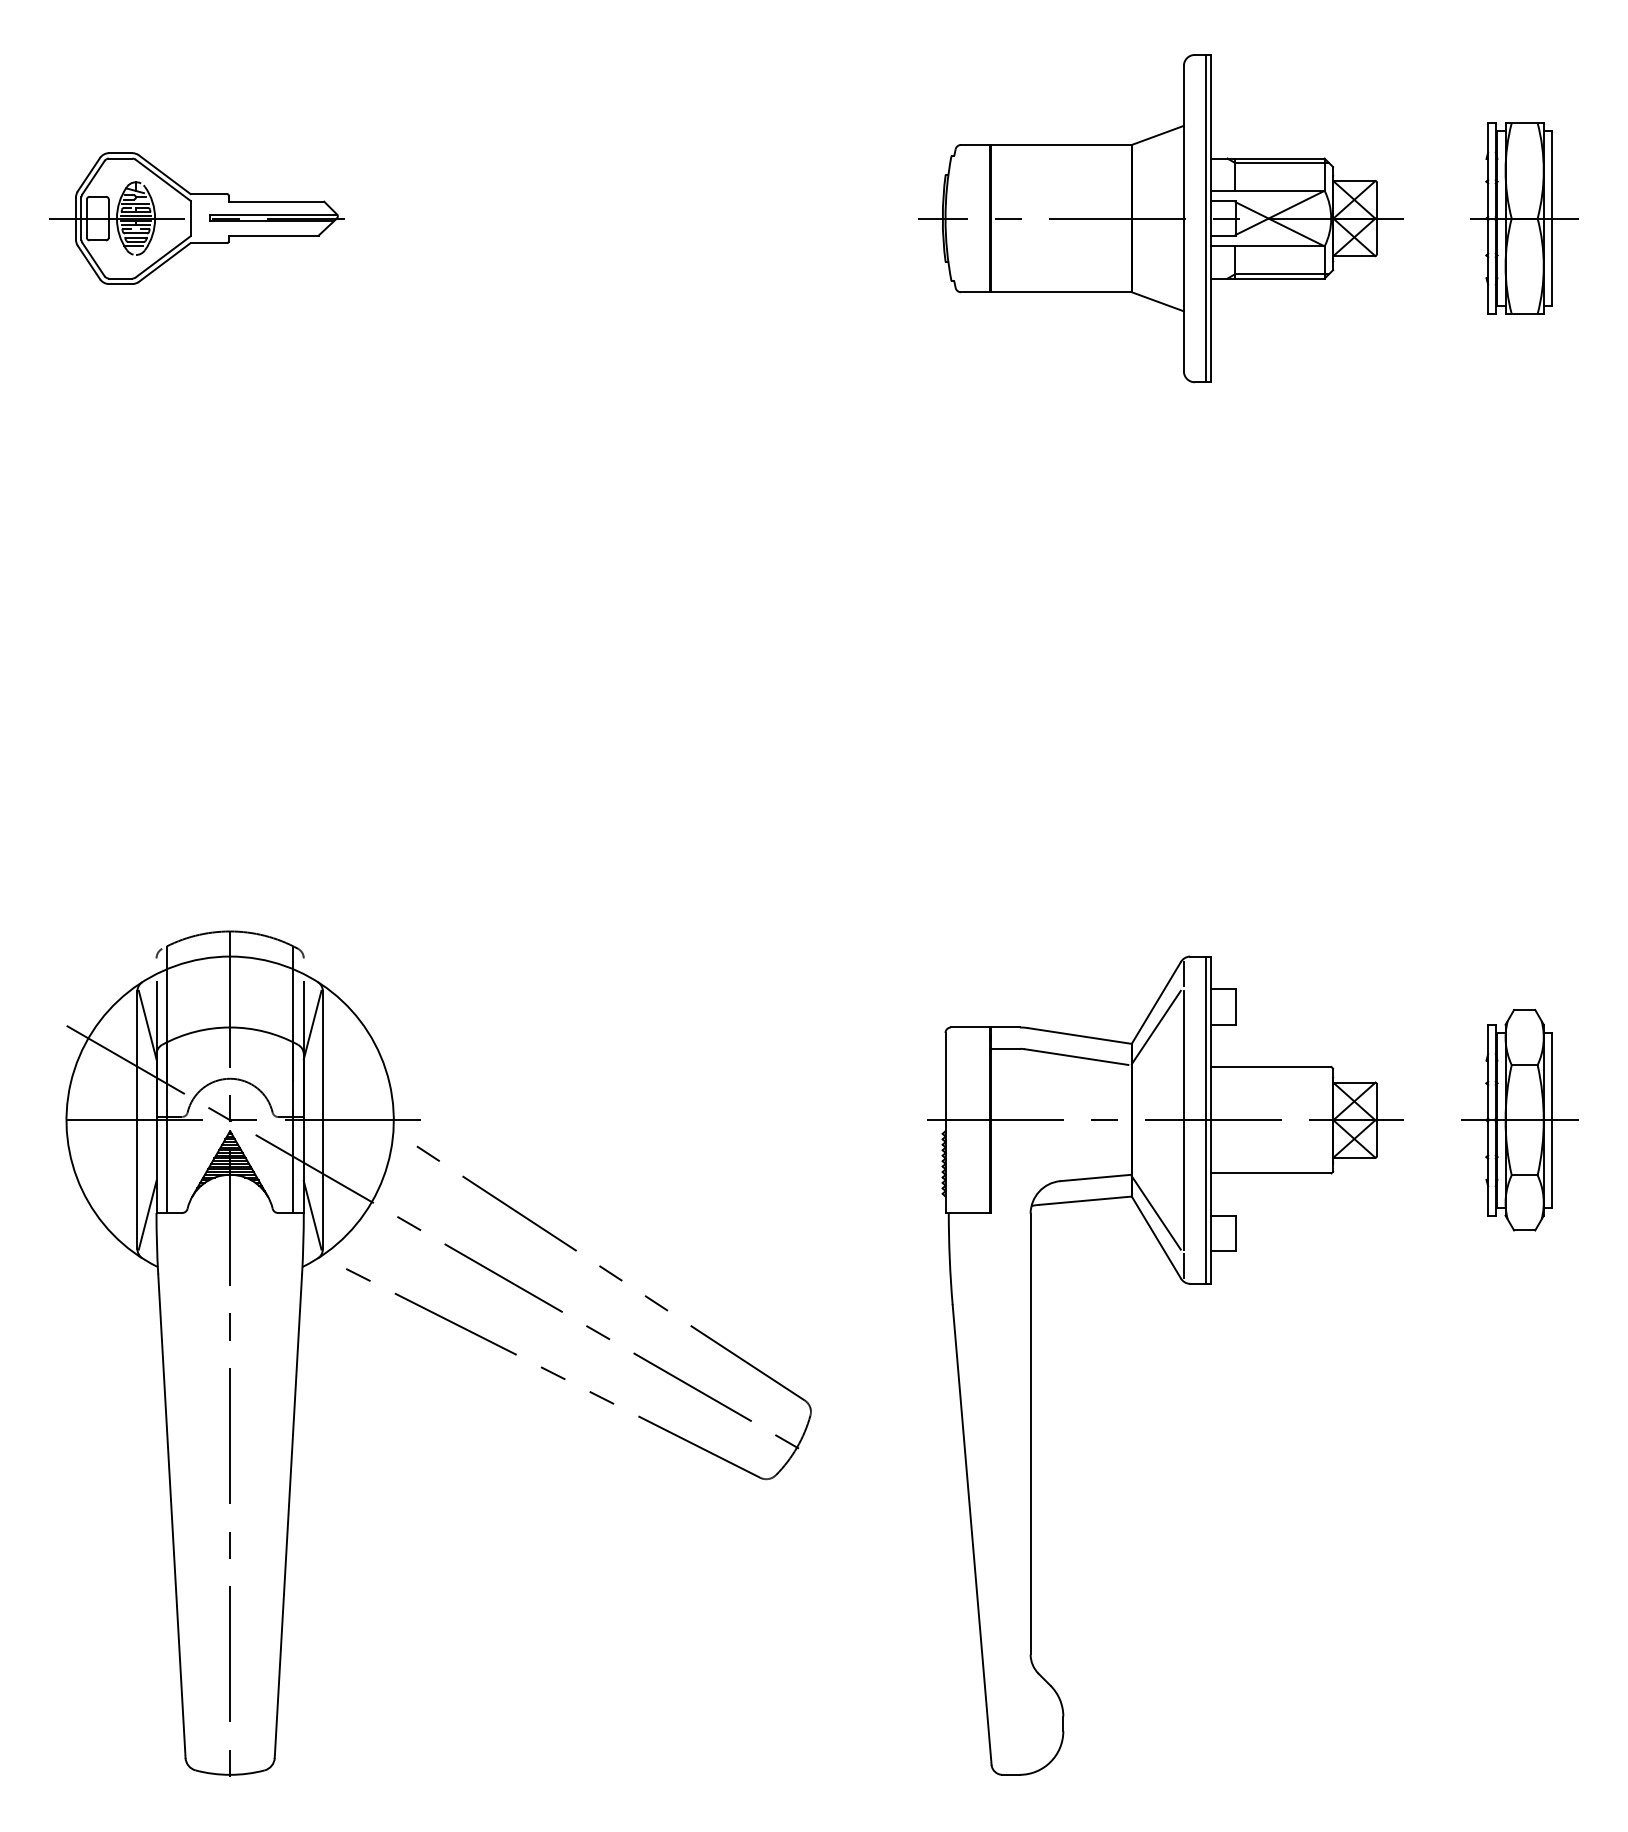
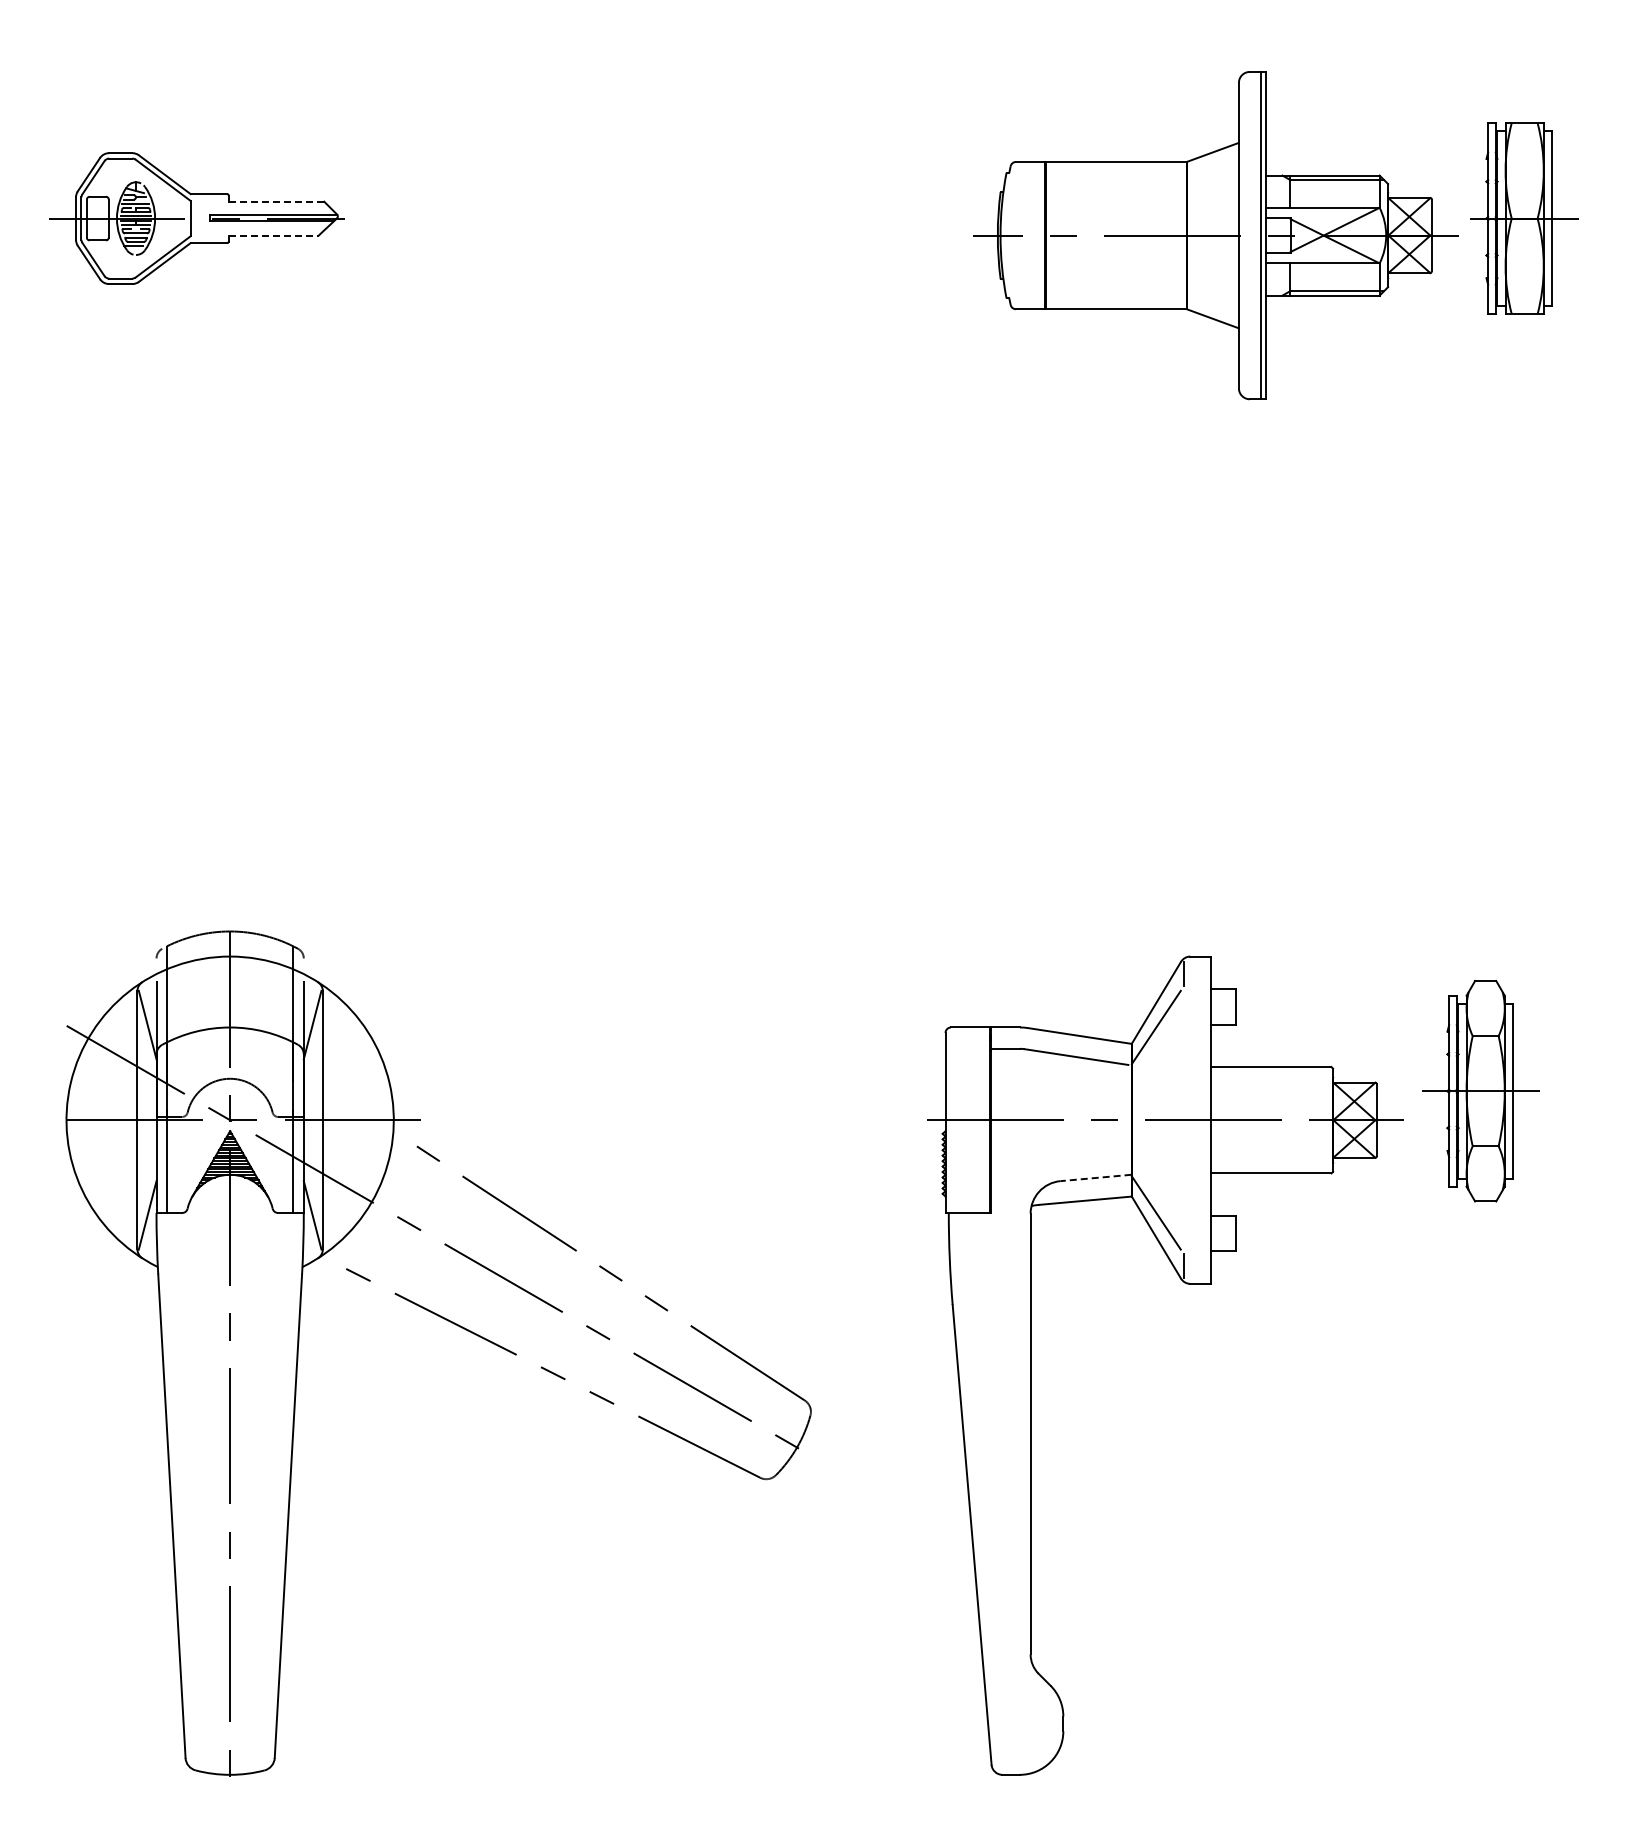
line at (276, 201): solid -> dashed
part at (1160, 218) position: (1160, 218) -> (1215, 235)
line at (274, 235): solid -> dashed
line at (1183, 1119): present -> none
line at (1205, 1119): present -> none
part at (1519, 1120) position: (1519, 1120) -> (1480, 1091)
line at (1095, 1177): solid -> dashed
